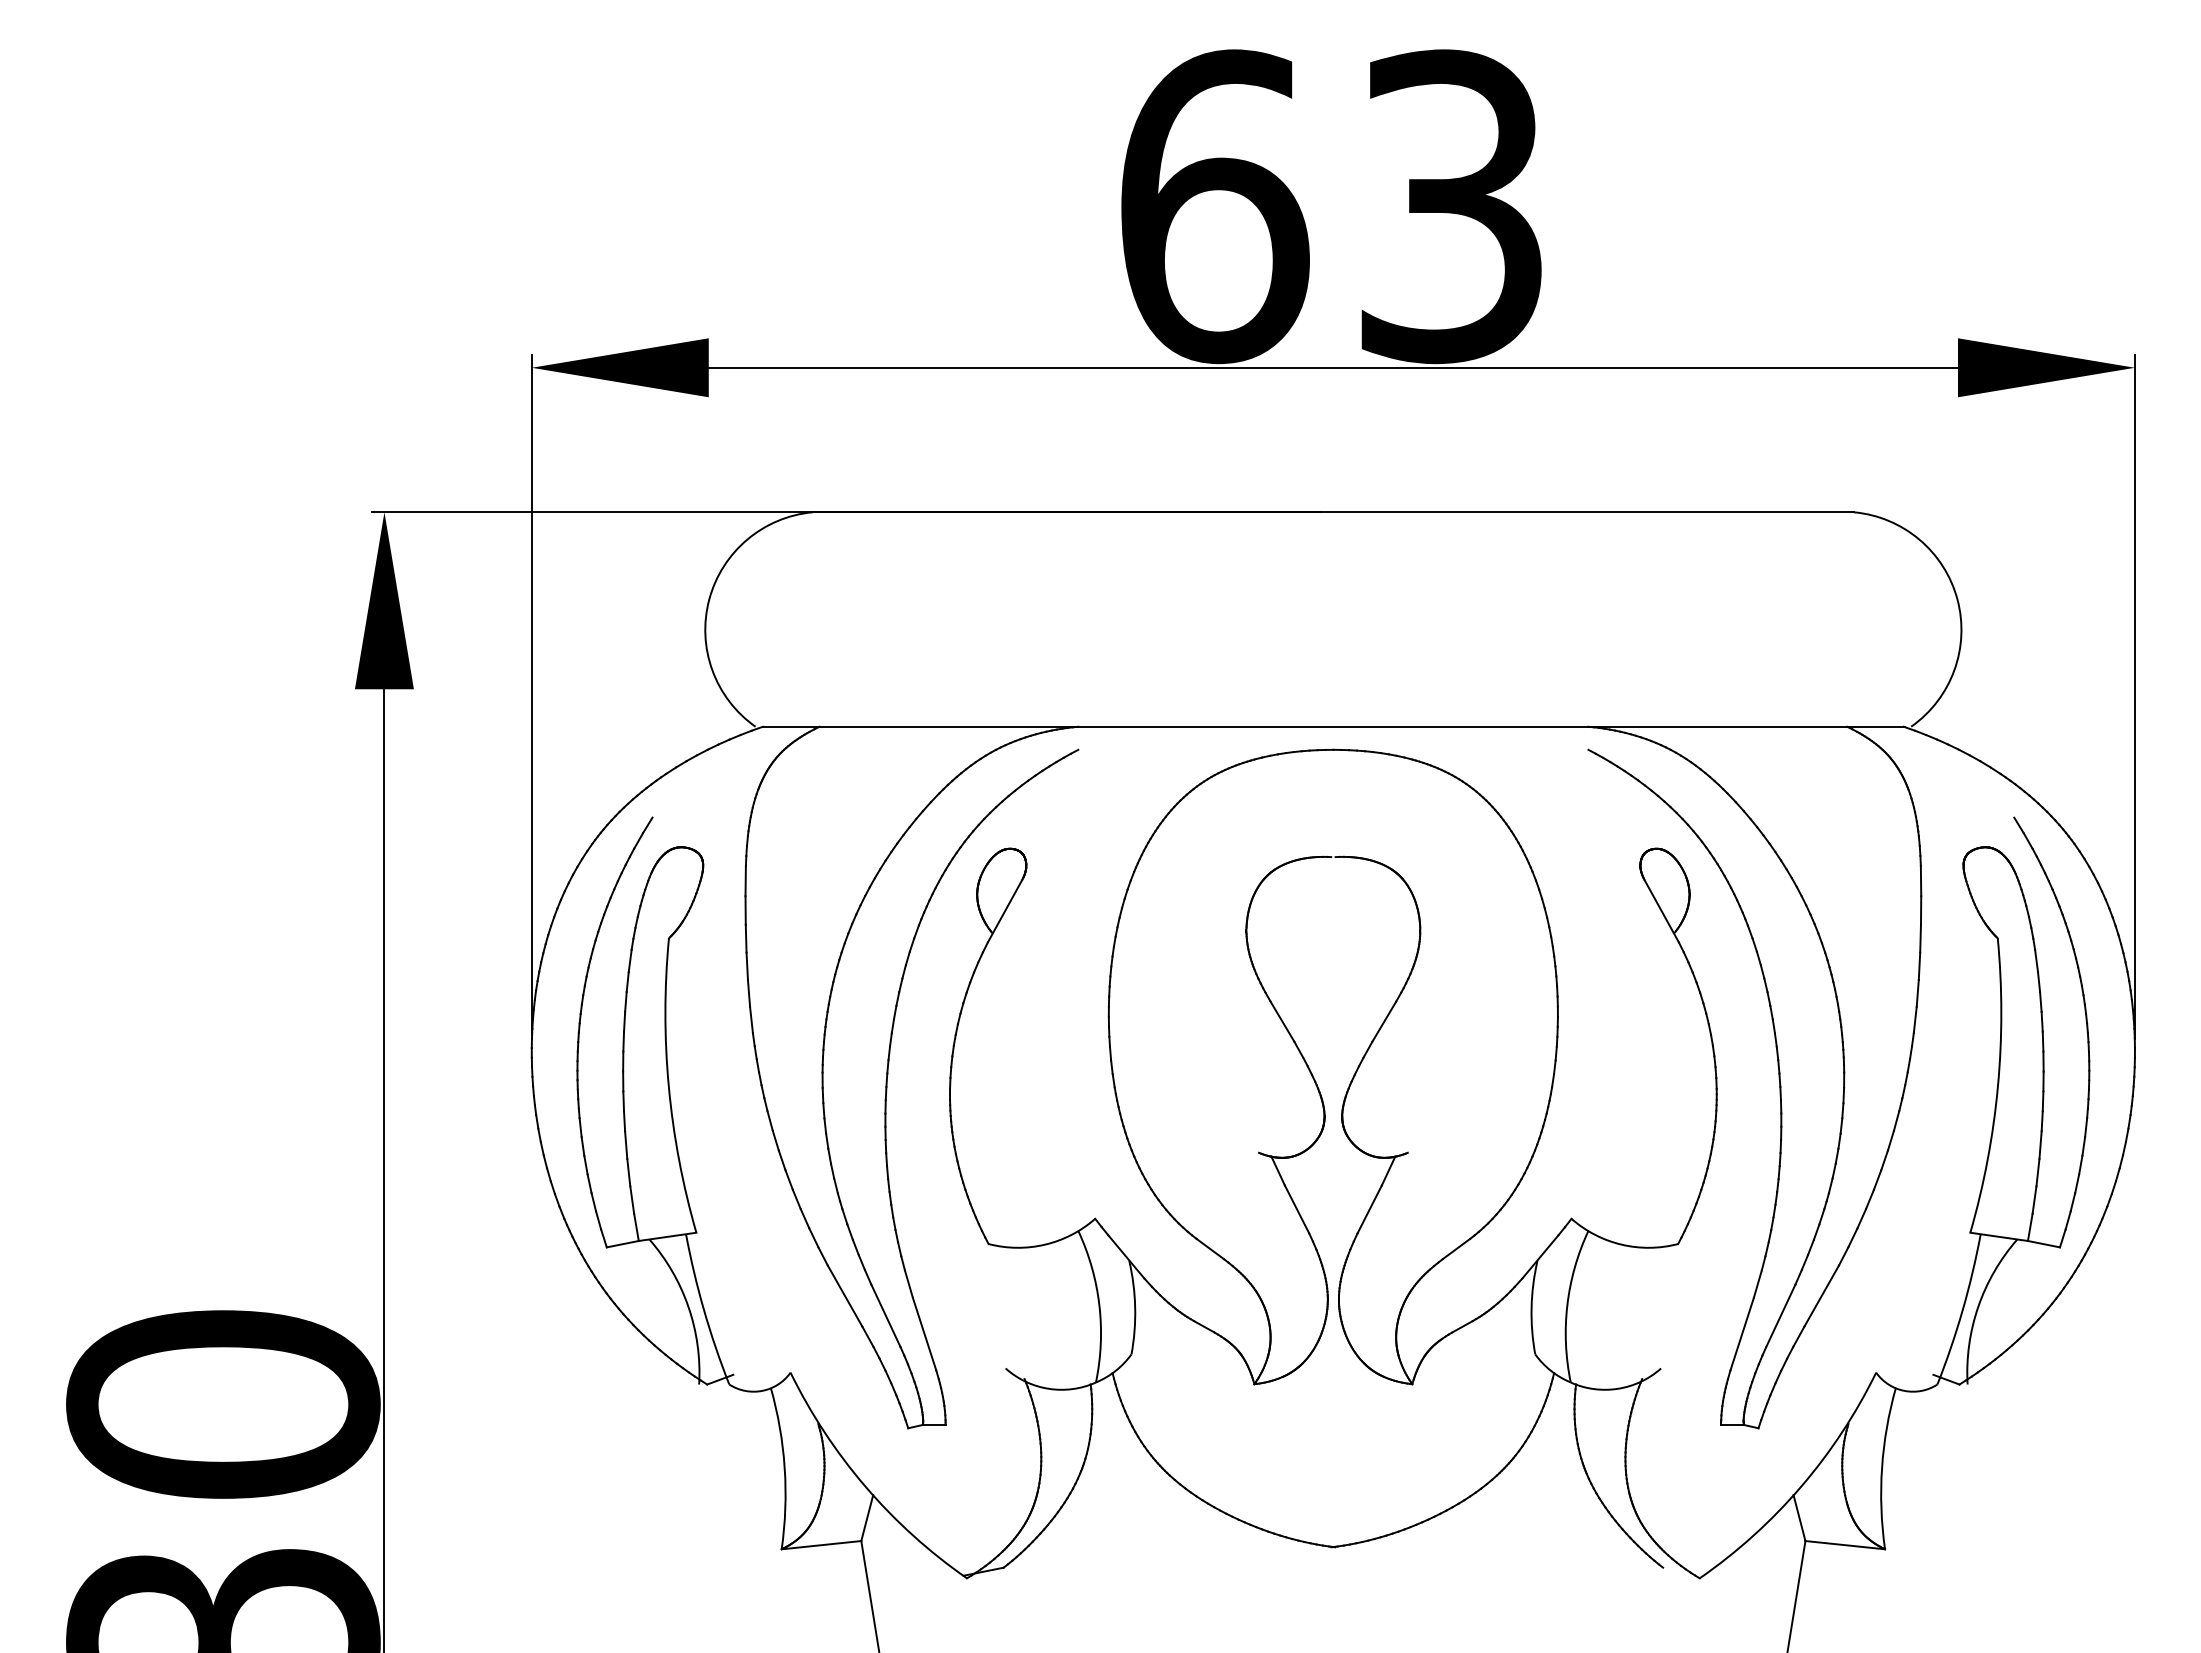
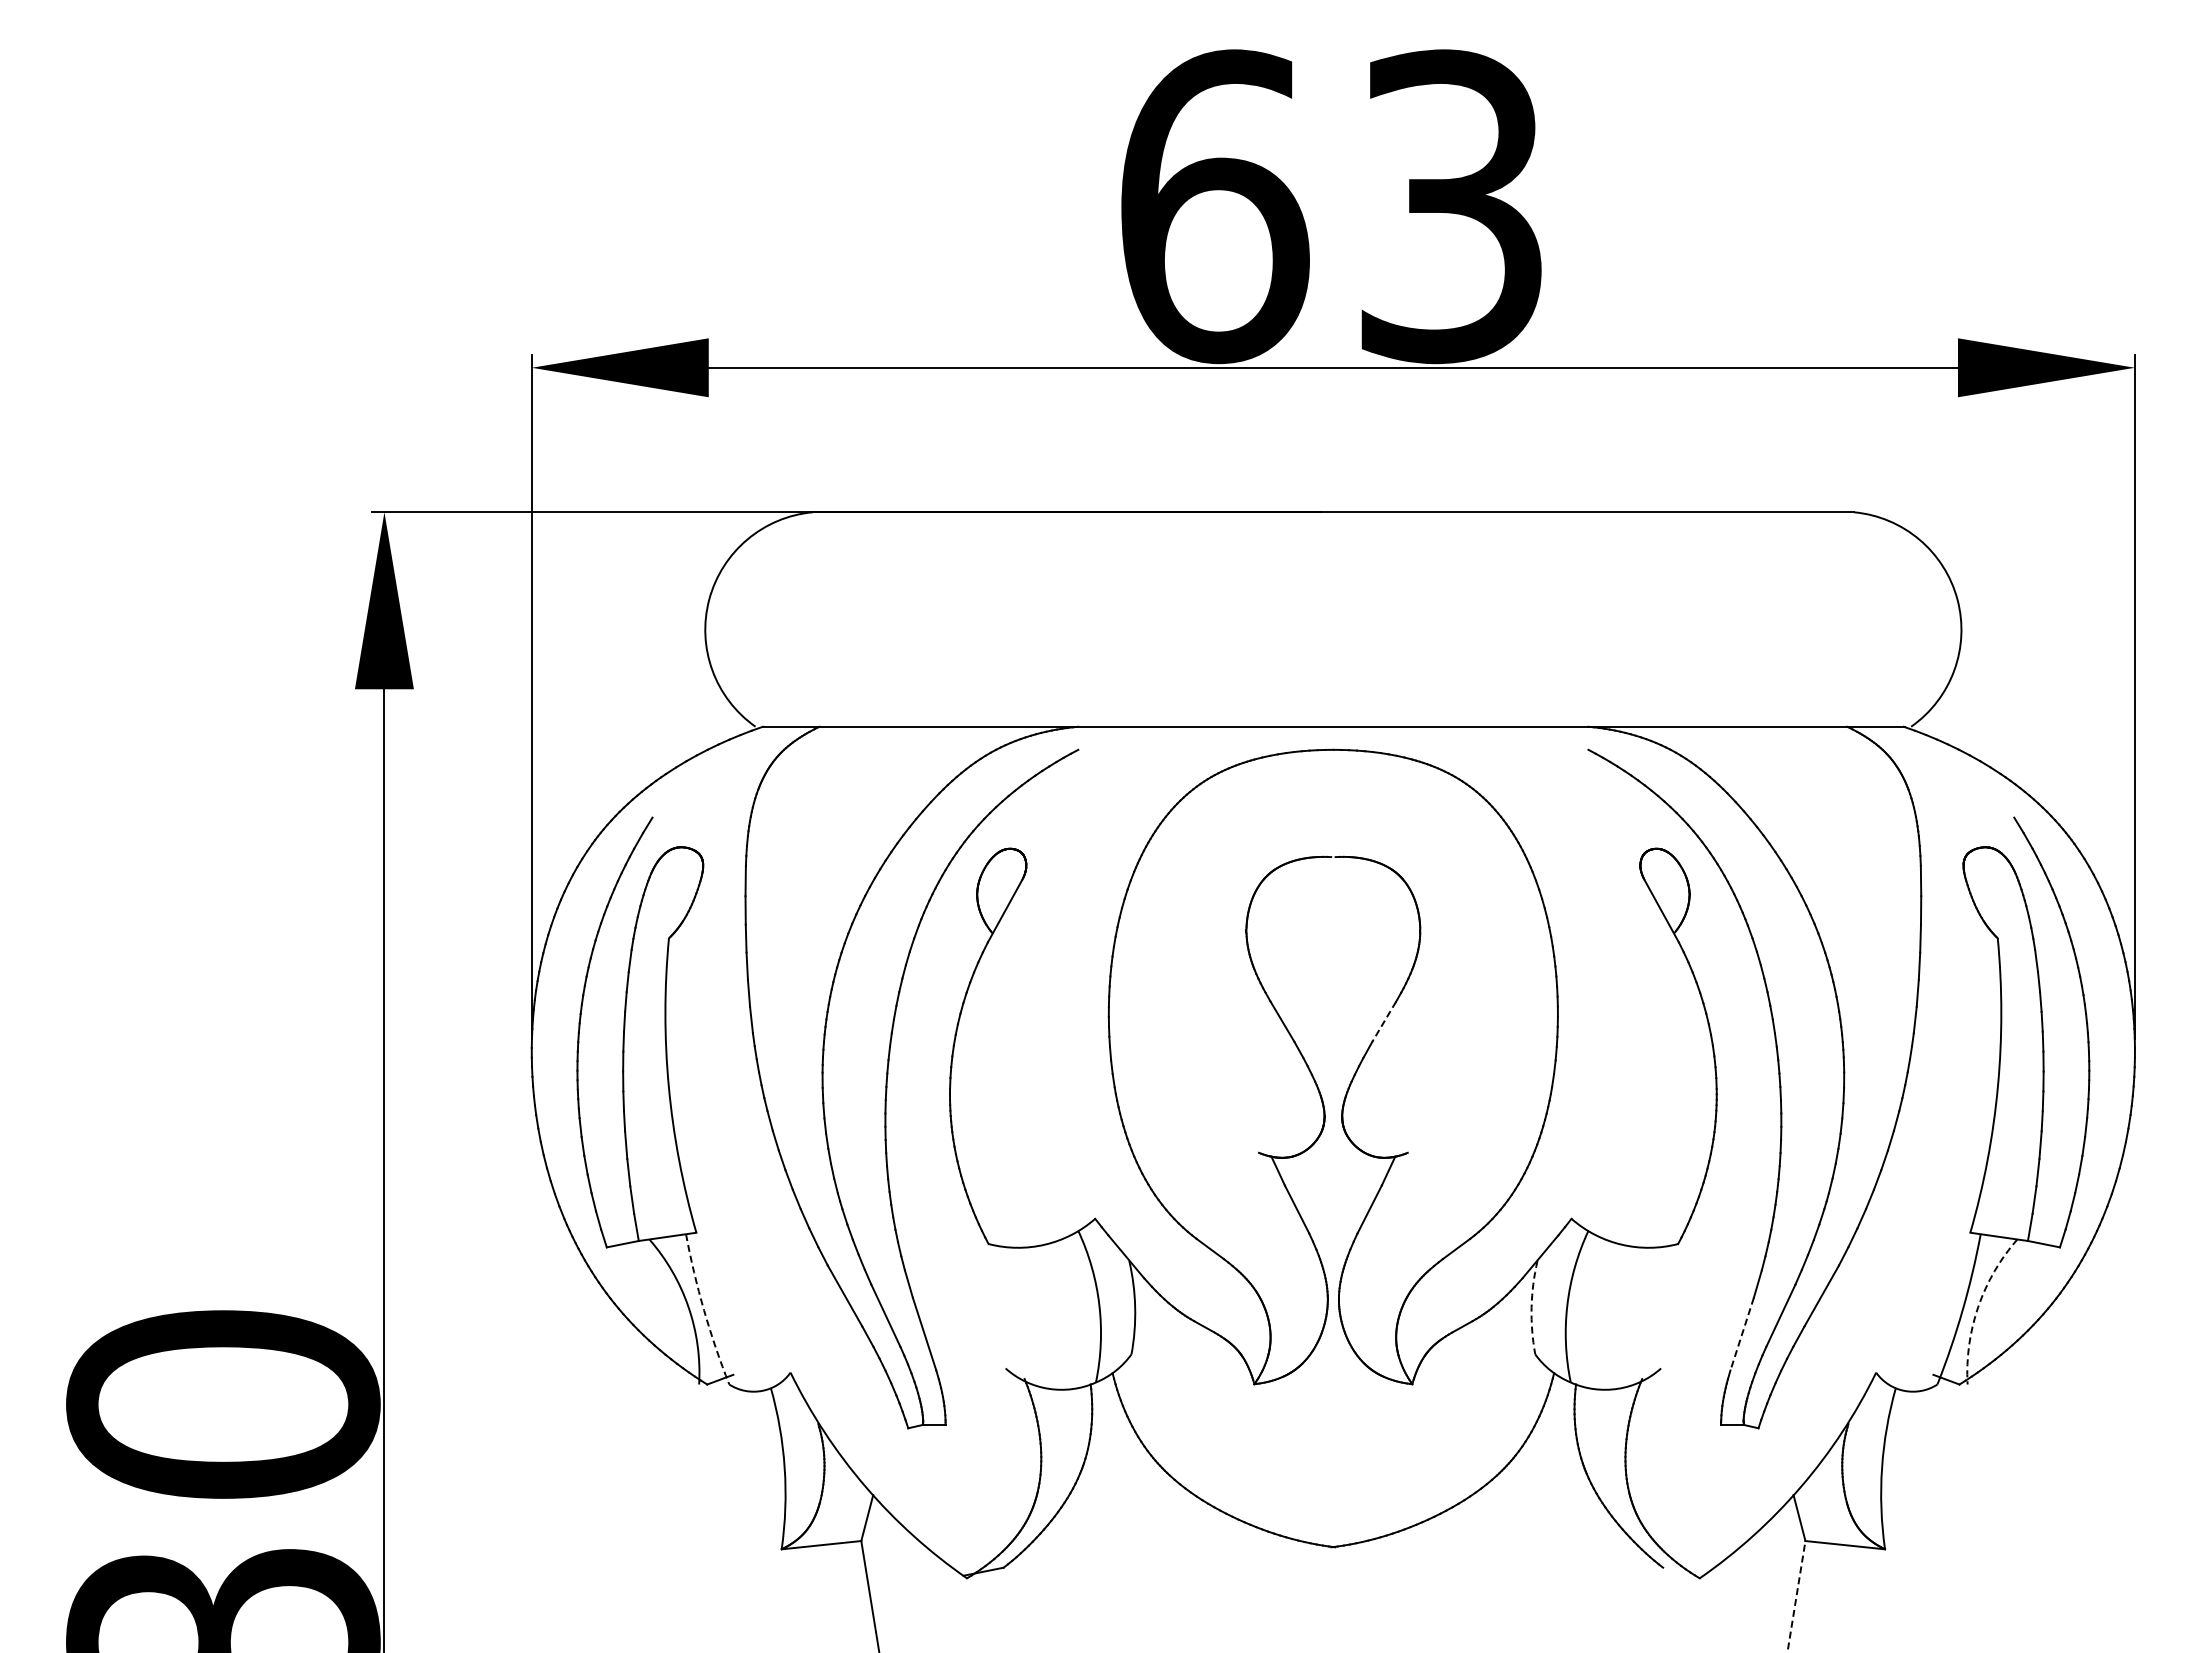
line at (1383, 1022): solid -> dashed
arc at (1531, 1307): solid -> dashed
arc at (1978, 1307): solid -> dashed
arc at (704, 1310): solid -> dashed
line at (1741, 1334): solid -> dashed
line at (1796, 1596): solid -> dashed
